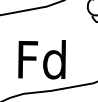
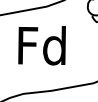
text at (41, 59) position: (41, 59) -> (41, 45)
